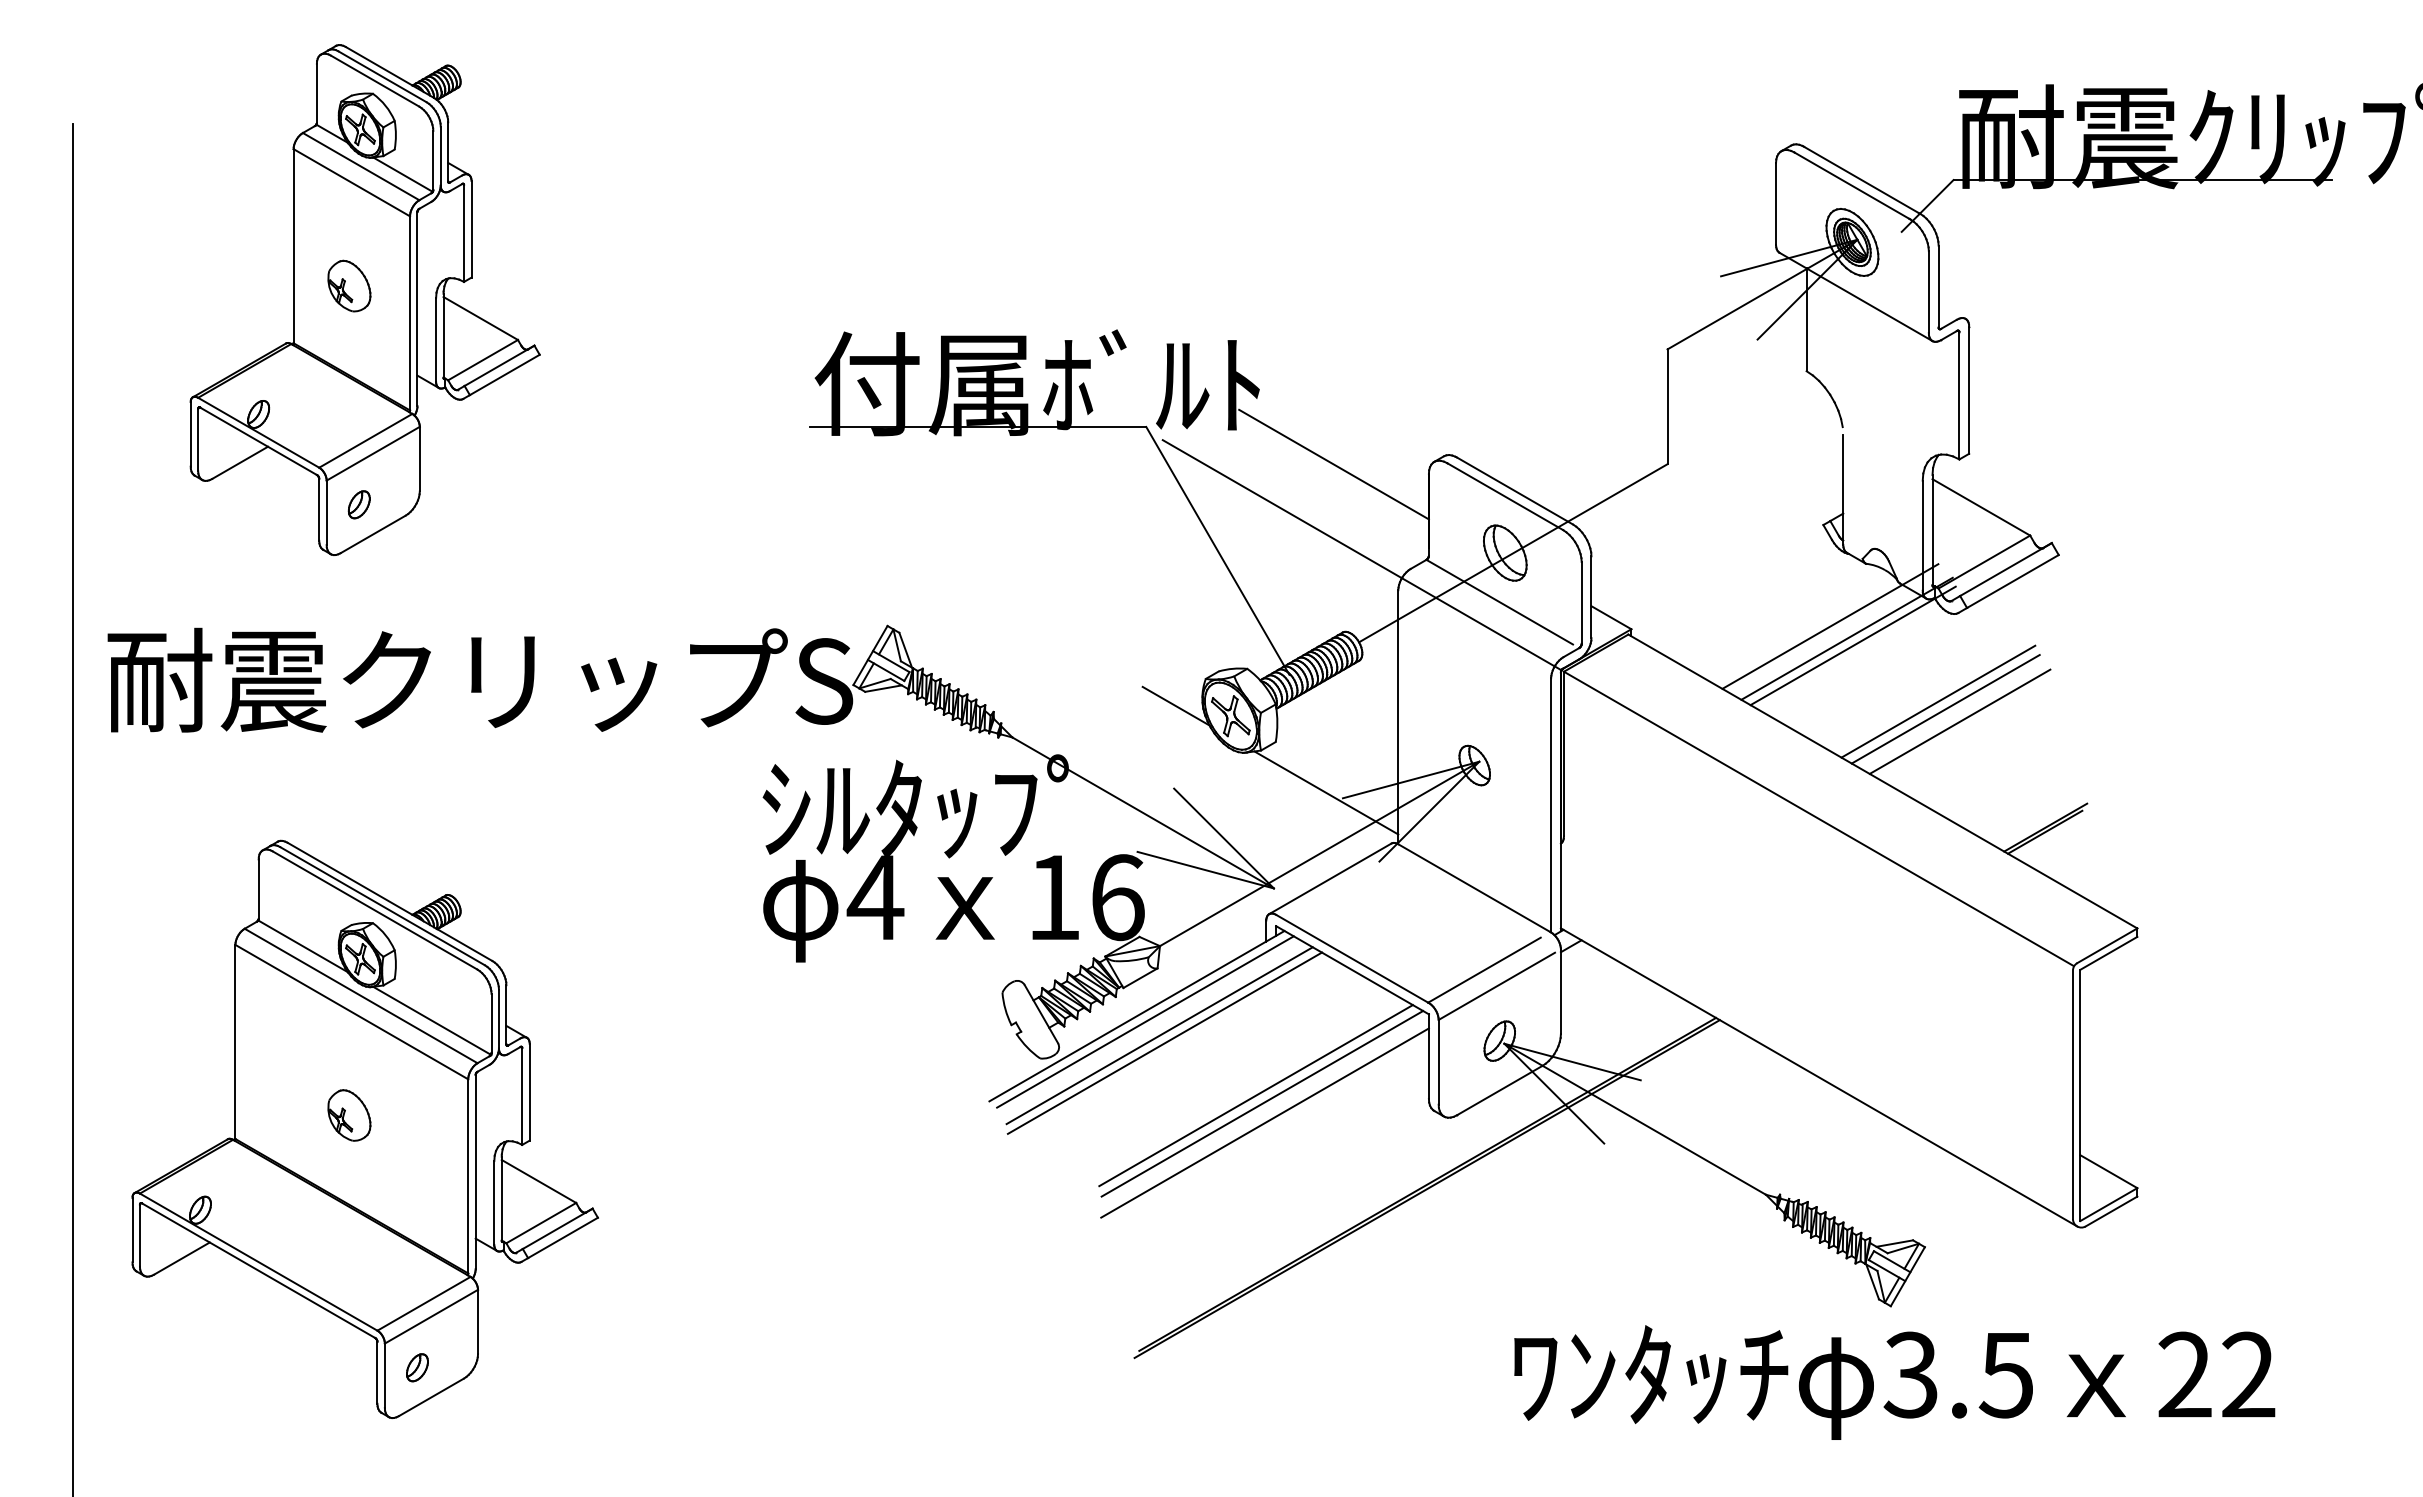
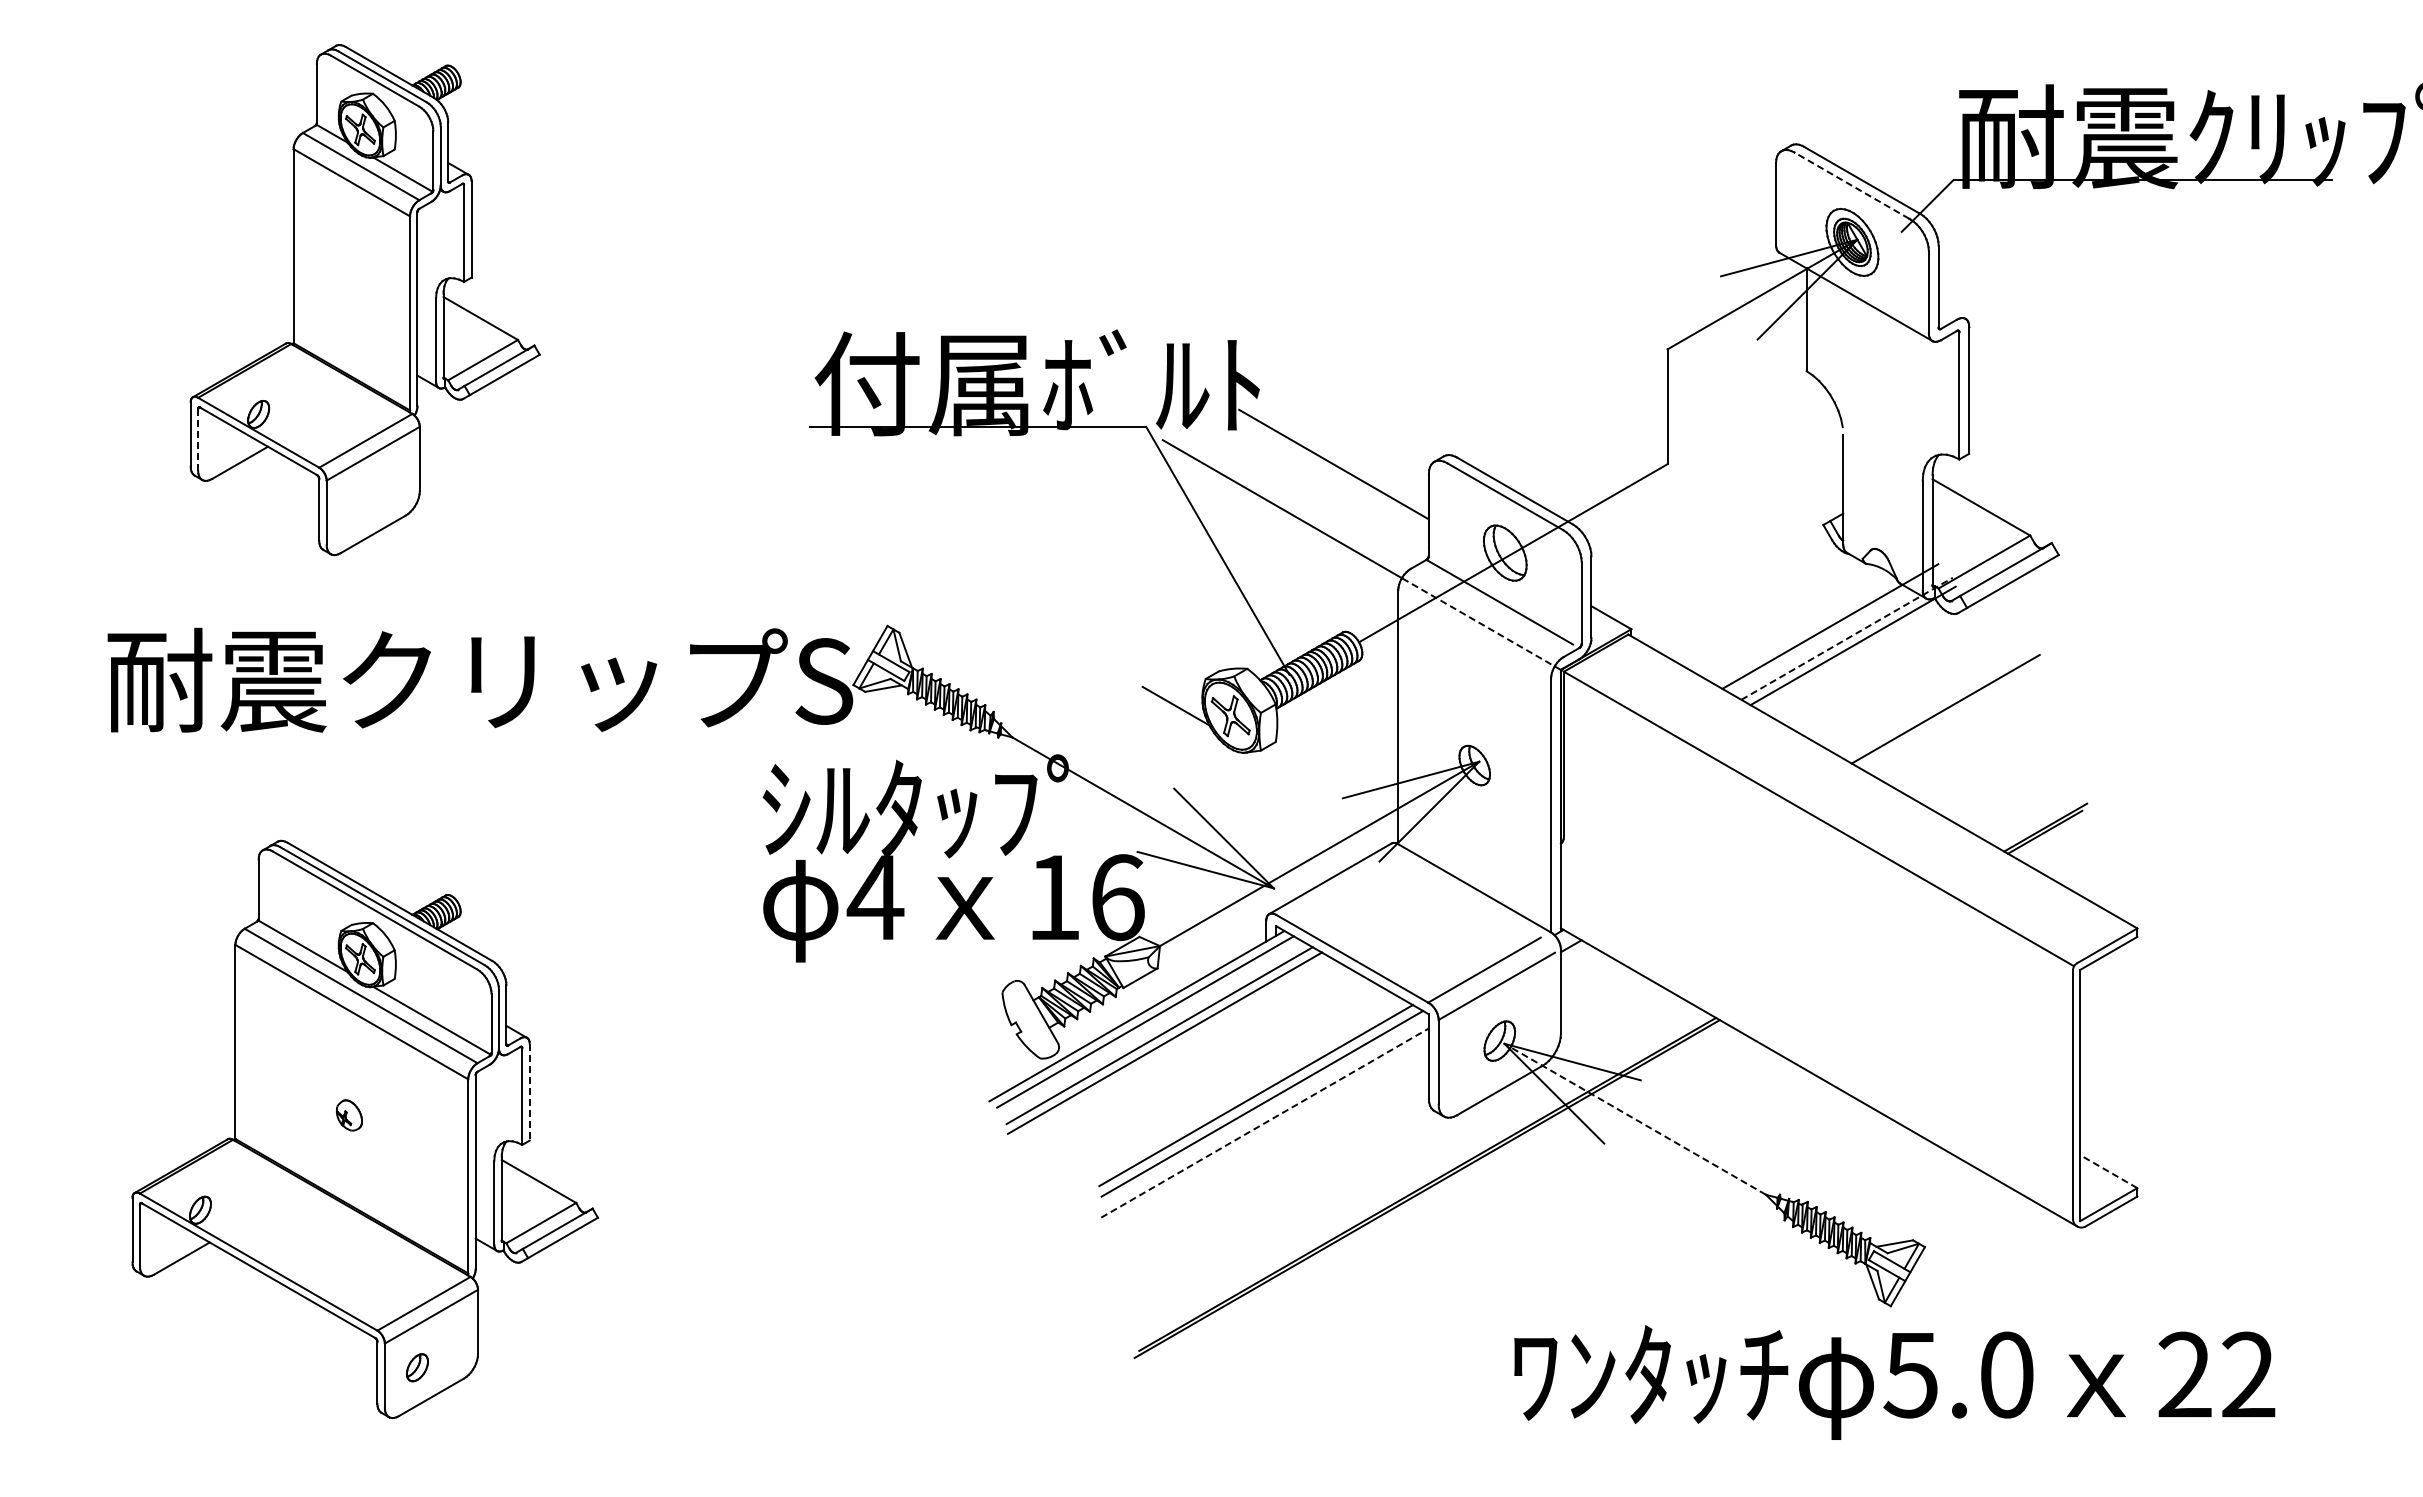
line at (1851, 185): solid -> dashed
part at (349, 285): present -> none
line at (198, 440): solid -> dashed
part at (358, 504): present -> none
line at (1481, 624): solid -> dashed
line at (1847, 638): solid -> dashed
line at (1938, 701): present -> none
line at (1959, 721): present -> none
line at (1326, 792): present -> none
line at (72, 808): present -> none
line at (529, 1092): solid -> dashed
part at (349, 1115) size: 45x53 px -> 27x33 px
line at (1635, 1119): solid -> dashed
line at (1265, 1122): solid -> dashed
line at (2108, 1171): solid -> dashed
text at (1958, 1374): 3.5 -> 5.0
